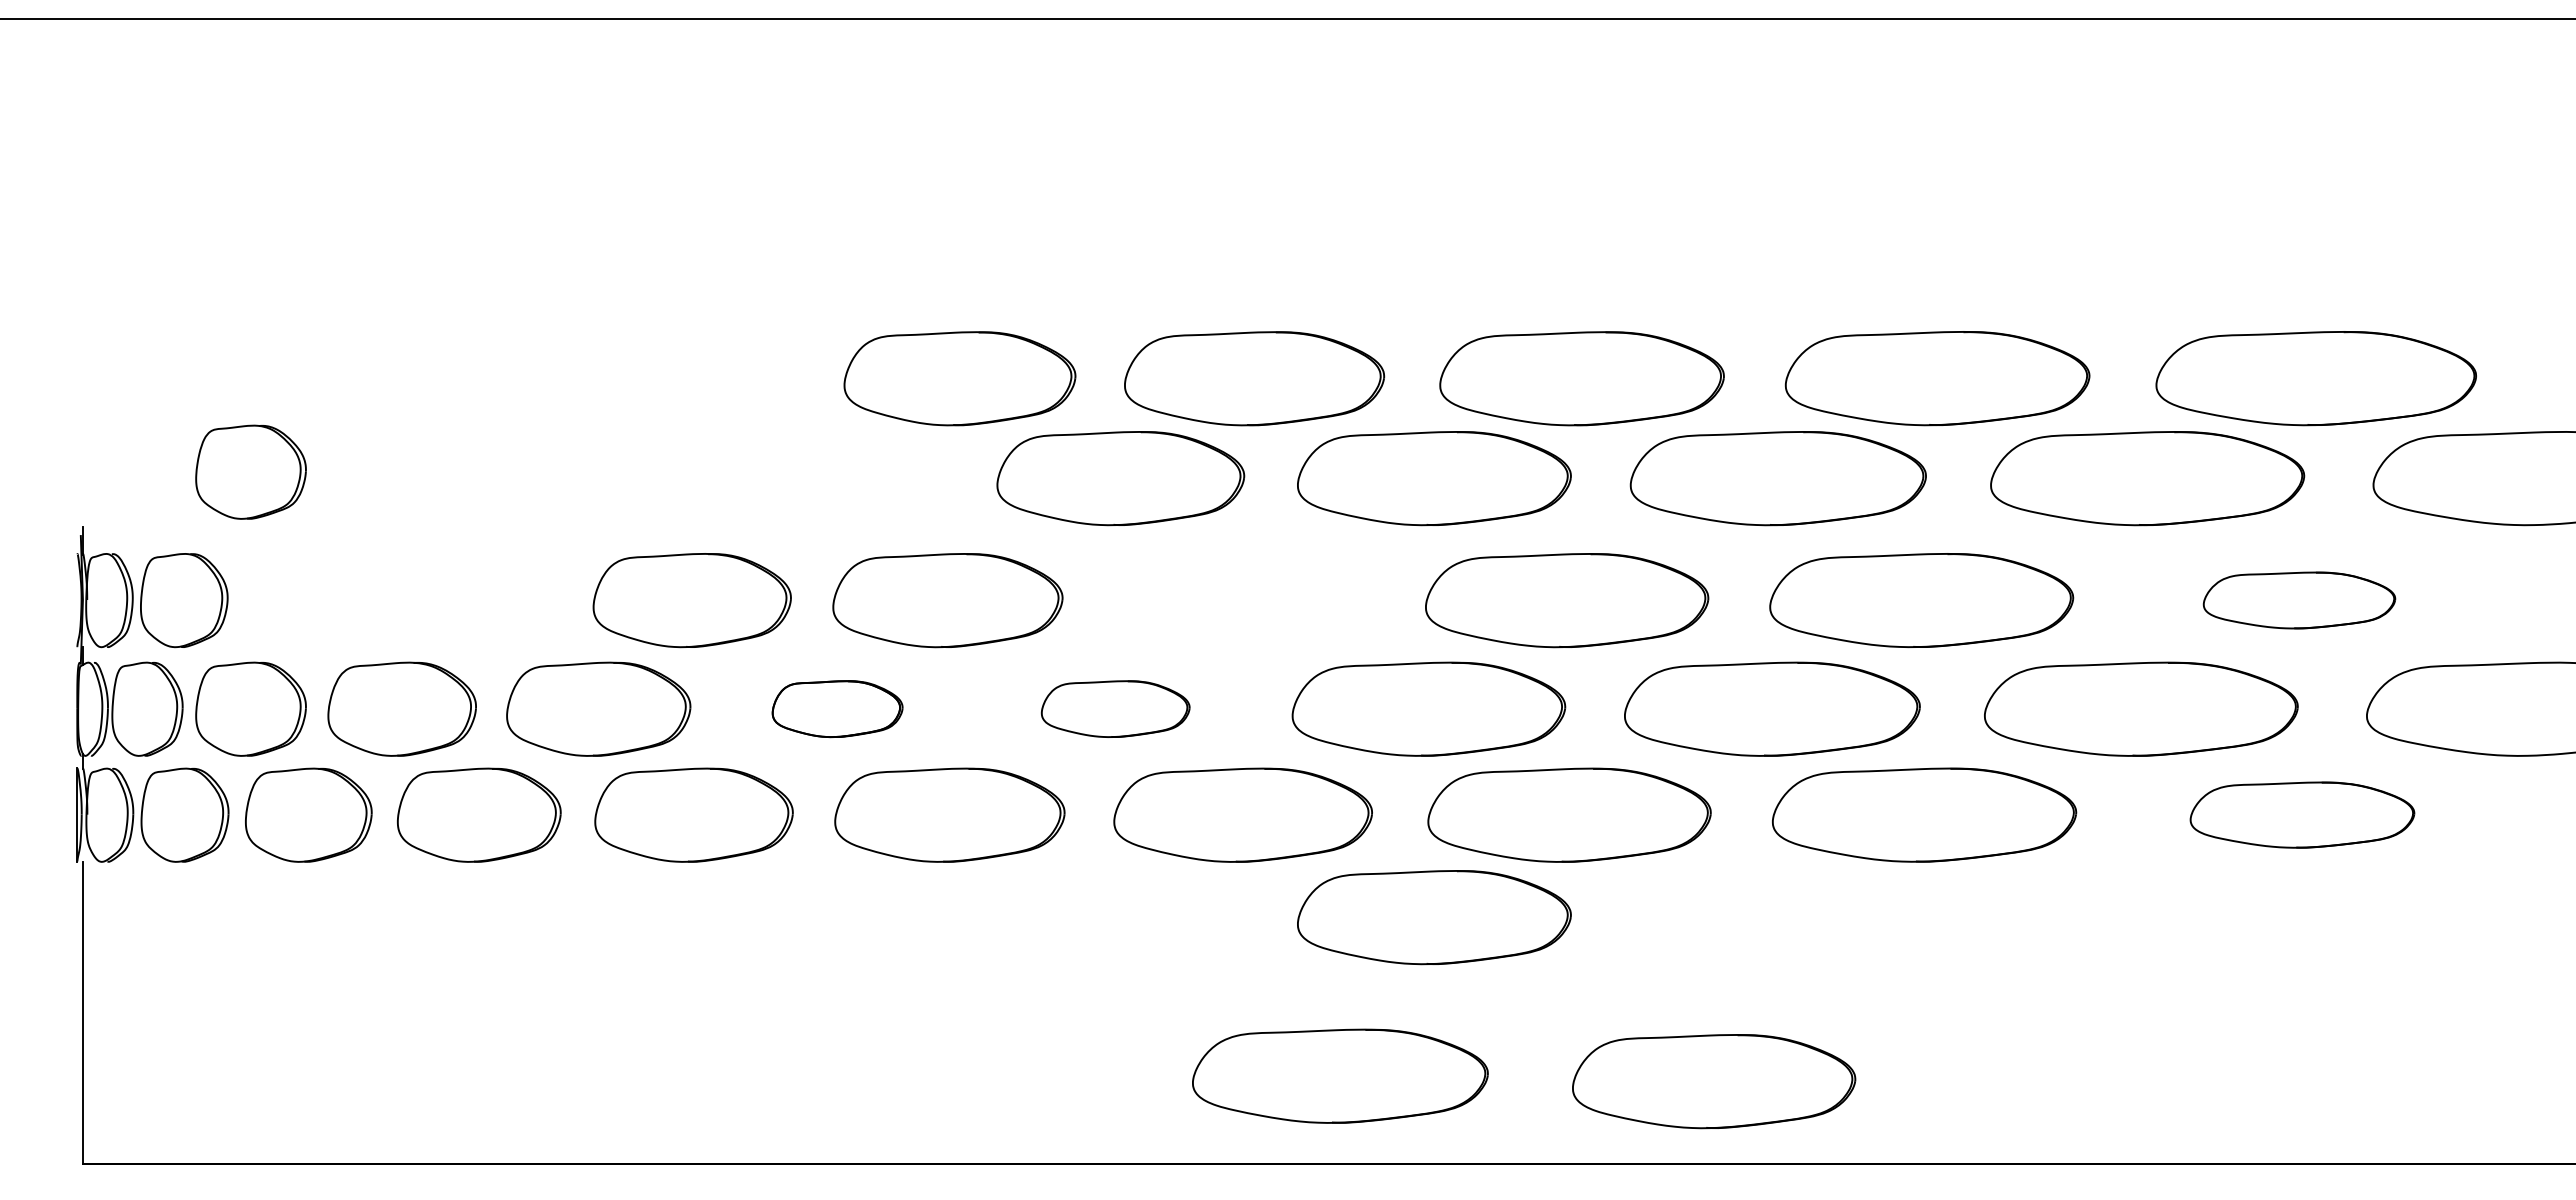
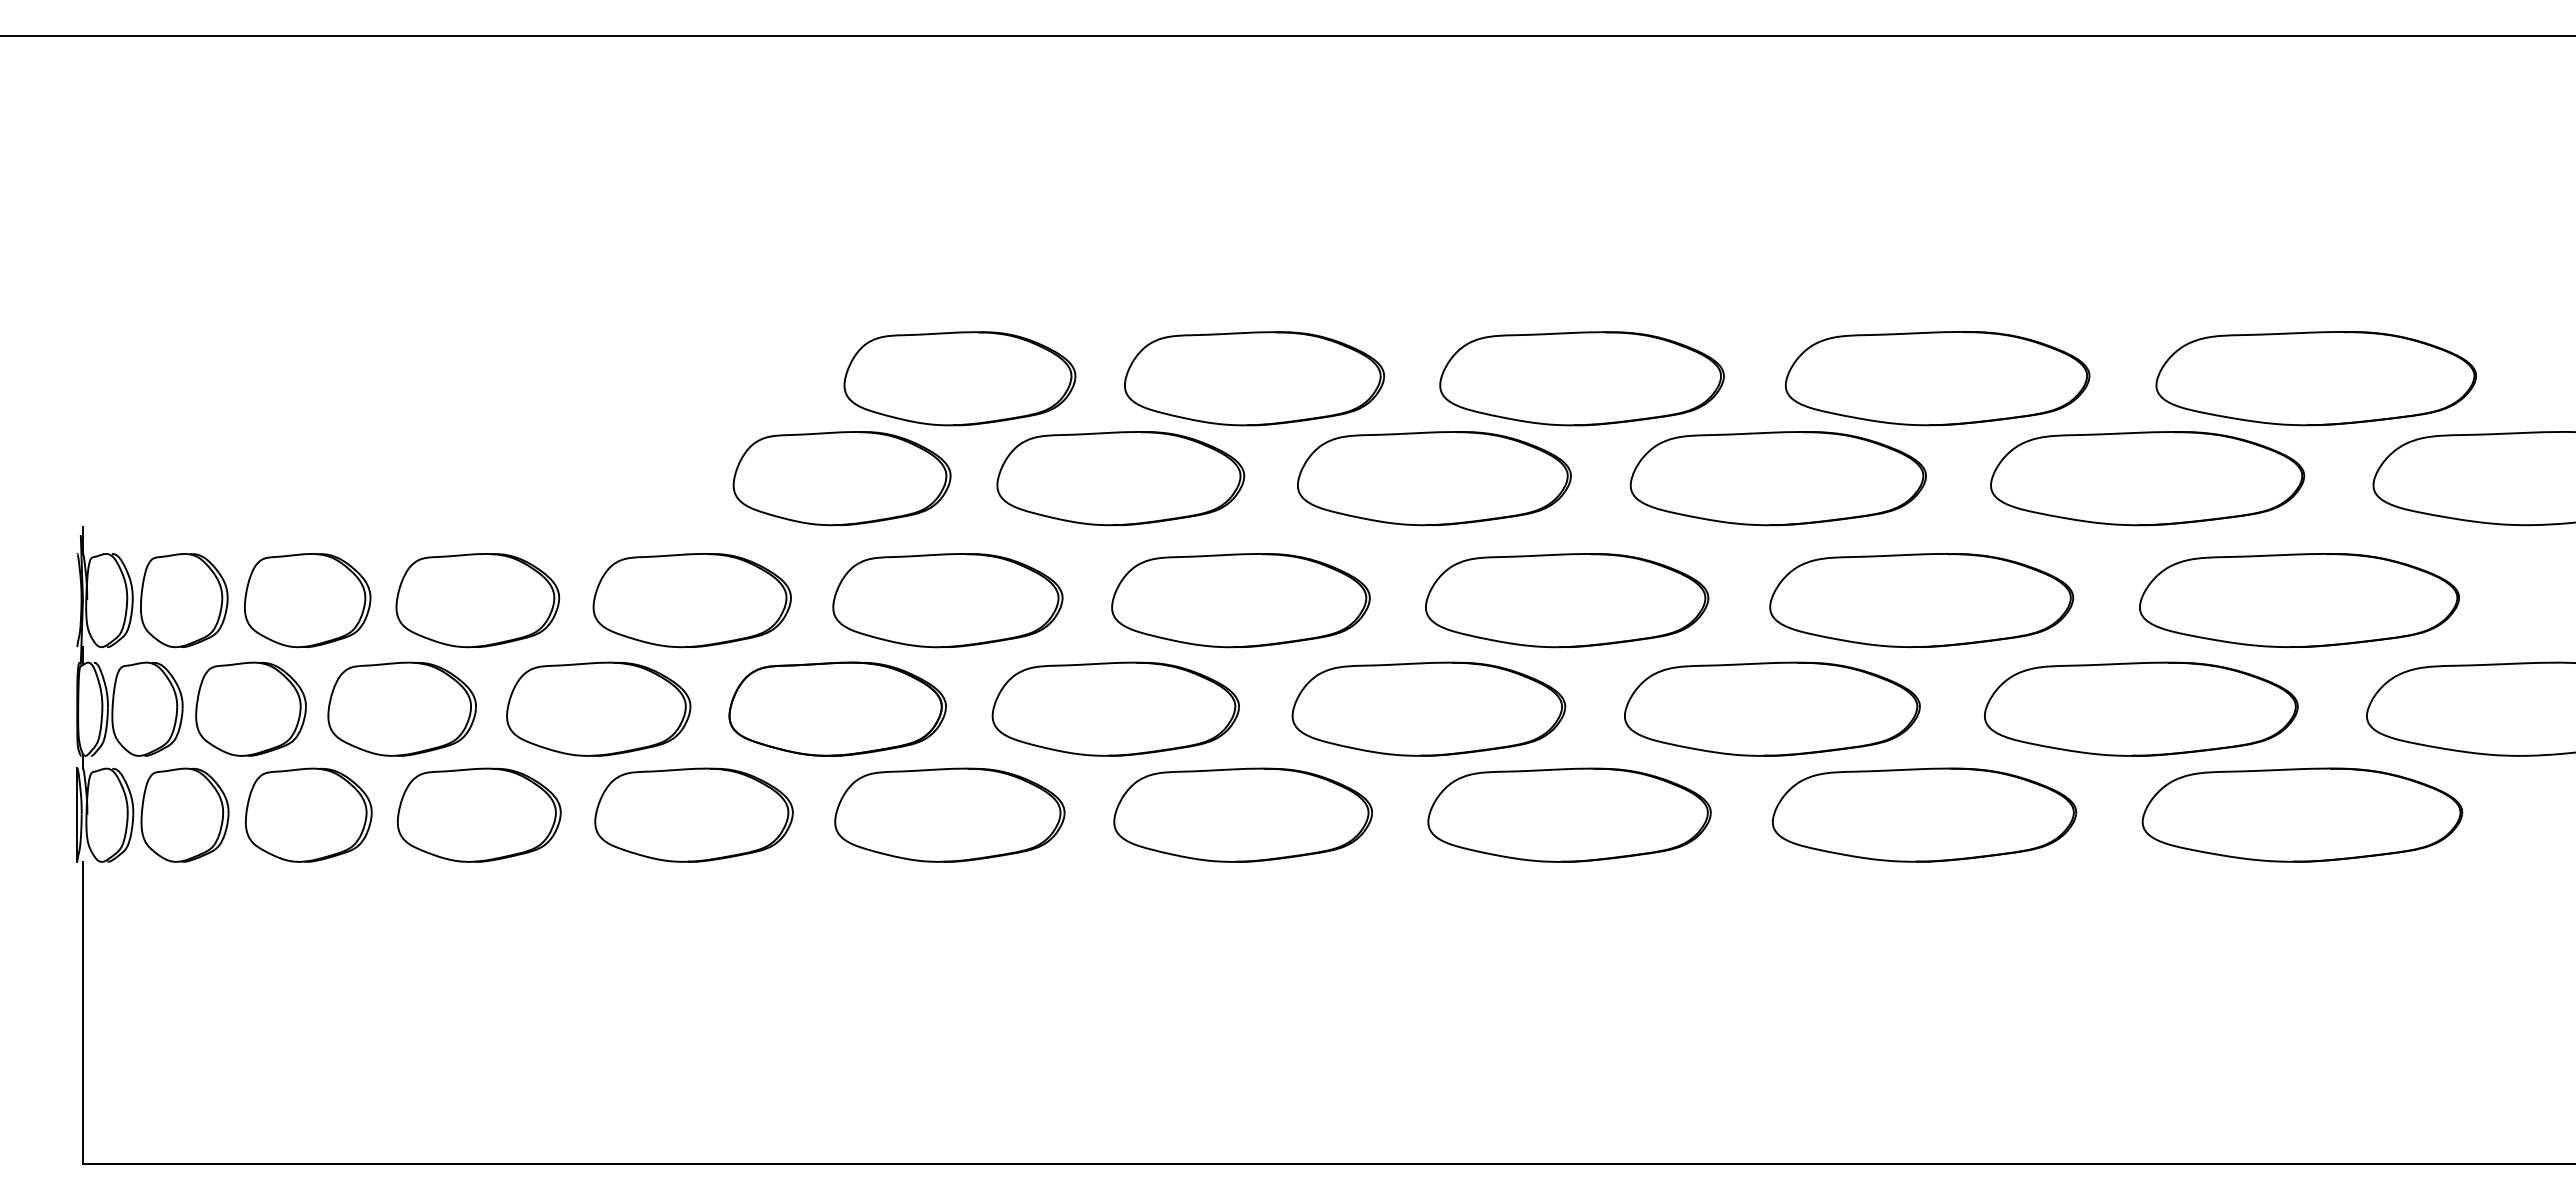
line at (1287, 18) position: (1287, 18) -> (1287, 35)
part at (250, 471): present -> none
part at (841, 478): none -> present
part at (307, 600): none -> present
part at (477, 600): none -> present
part at (1240, 600): none -> present
part at (2299, 600) size: 195x59 px -> 321x95 px
part at (1115, 708) size: 151x58 px -> 249x96 px
part at (837, 709) size: 133x59 px -> 219x96 px
part at (2302, 814) size: 227x68 px -> 323x96 px
part at (1434, 917): present -> none
part at (1340, 1075): present -> none
part at (1714, 1081): present -> none
